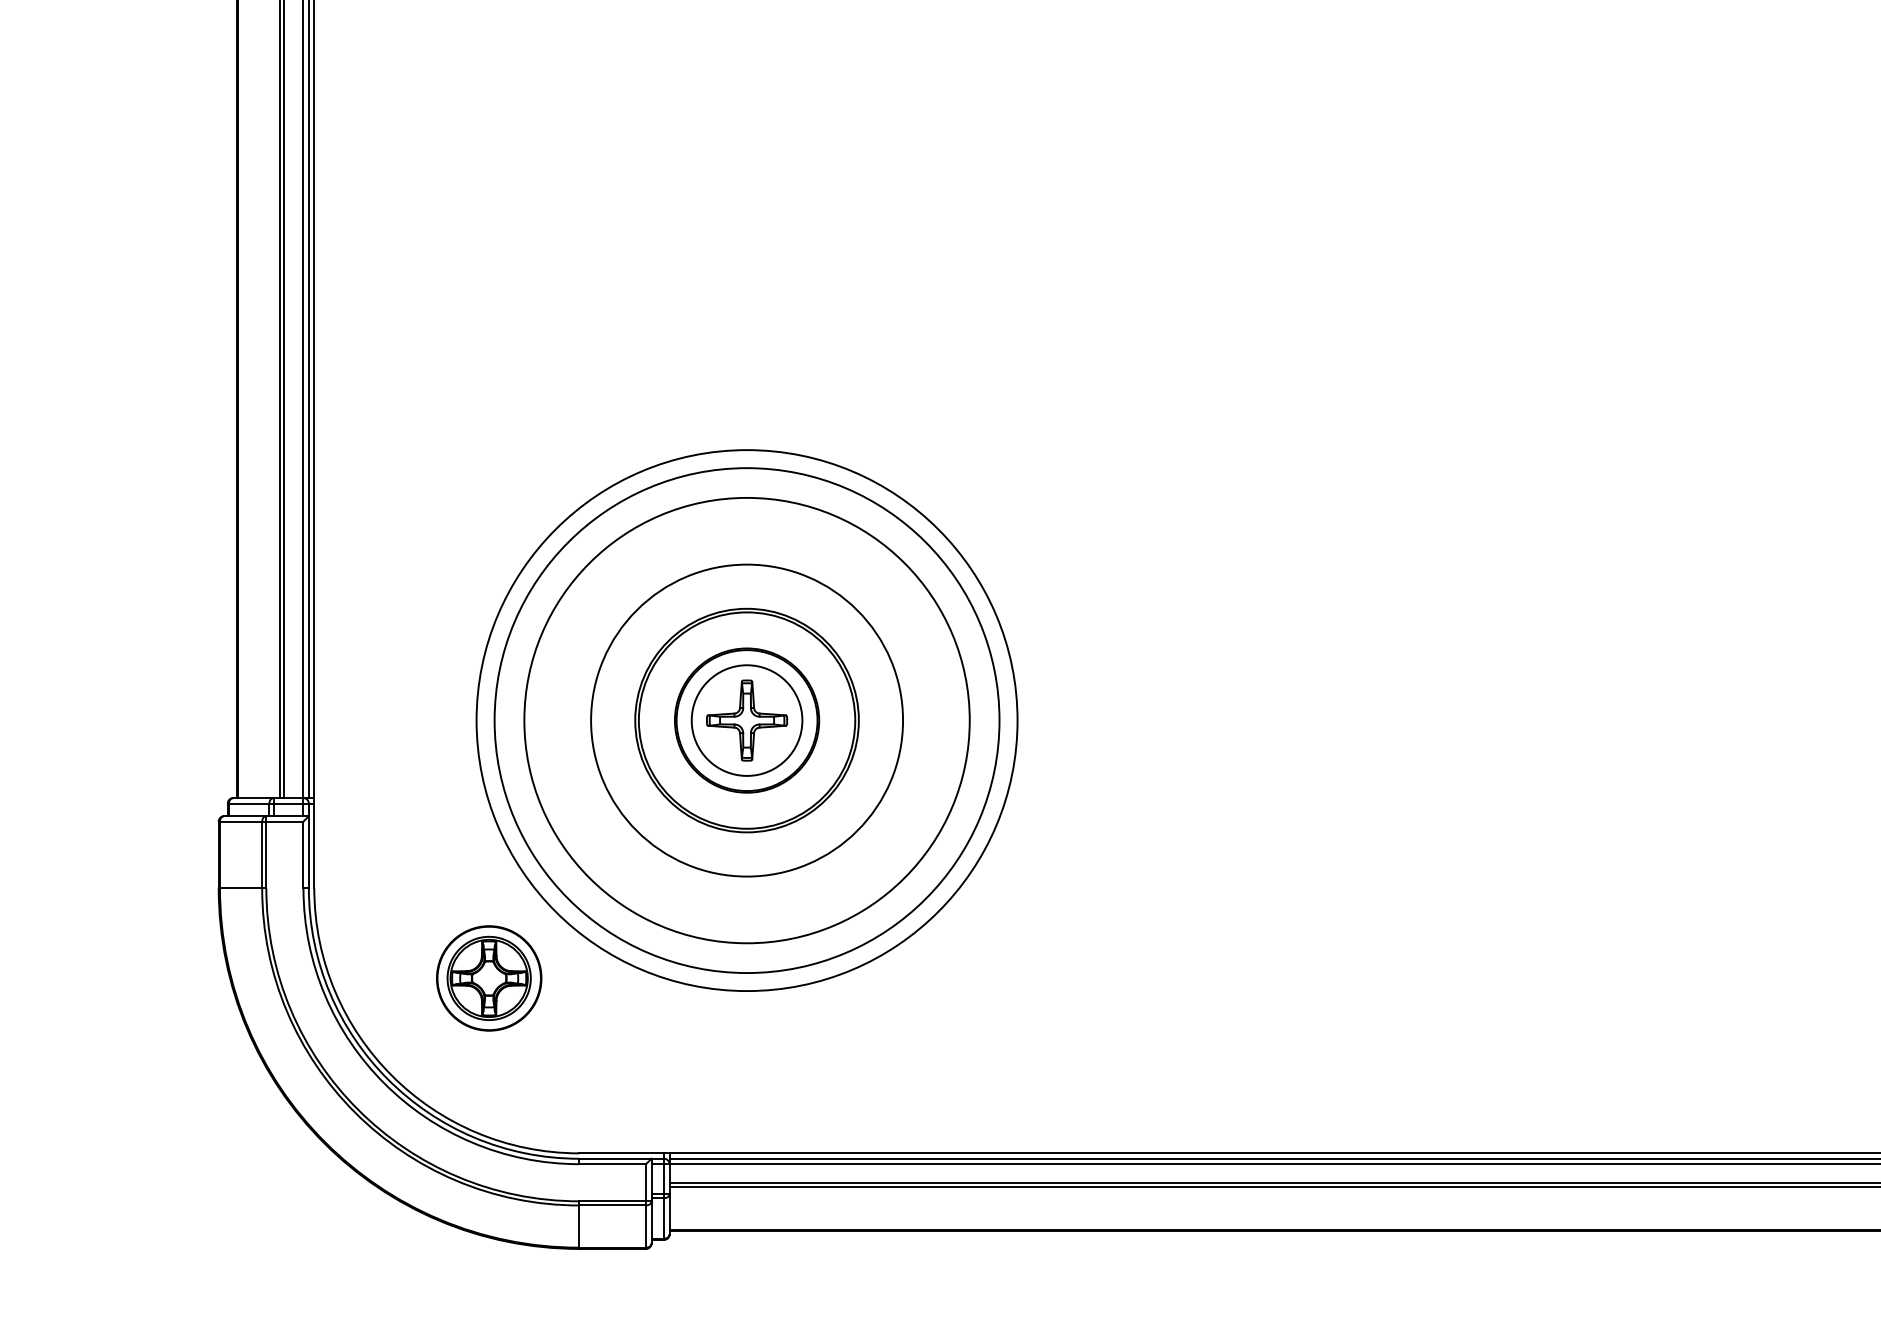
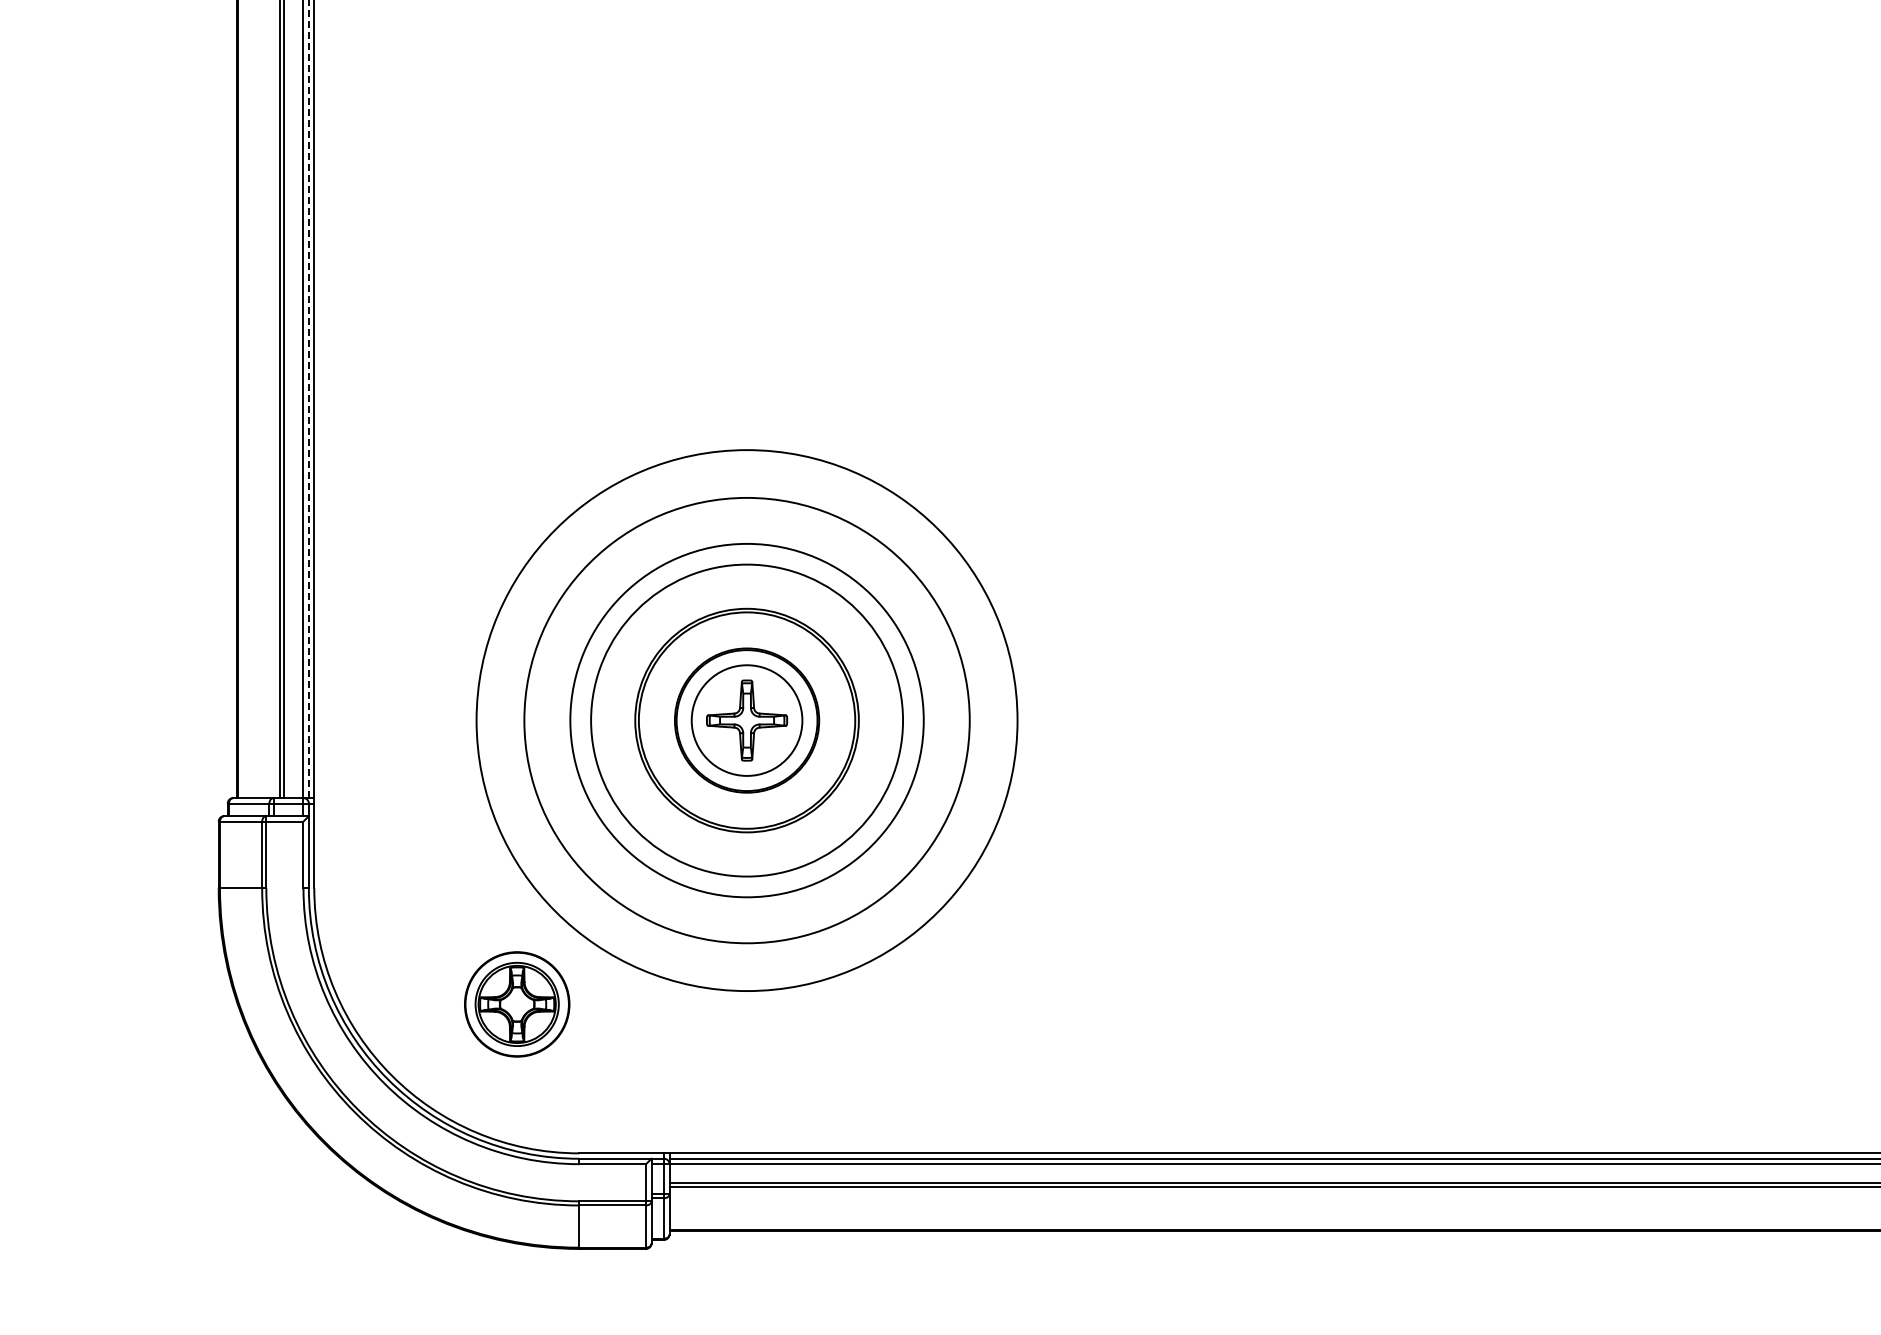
line at (308, 399): solid -> dashed
circle at (746, 720) diameter: 505 px -> 353 px
part at (489, 978) position: (489, 978) -> (517, 1004)
